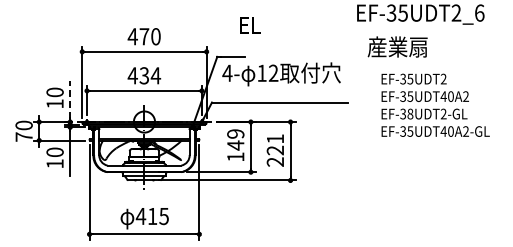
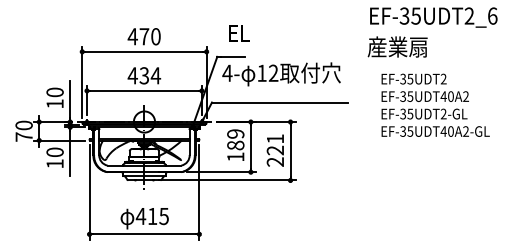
text at (420, 14) position: (420, 14) -> (433, 17)
text at (250, 25) position: (250, 25) -> (239, 33)
line at (70, 99): dashed -> solid
text at (410, 113): EF-38UDT2-GL -> EF-35UDT2-GL
text at (235, 145): 149 -> 189
